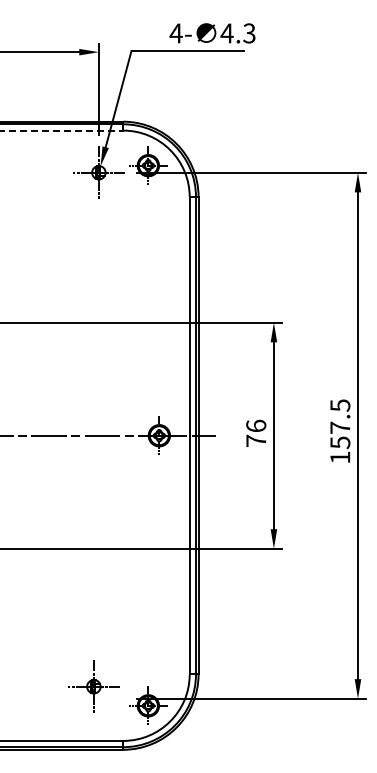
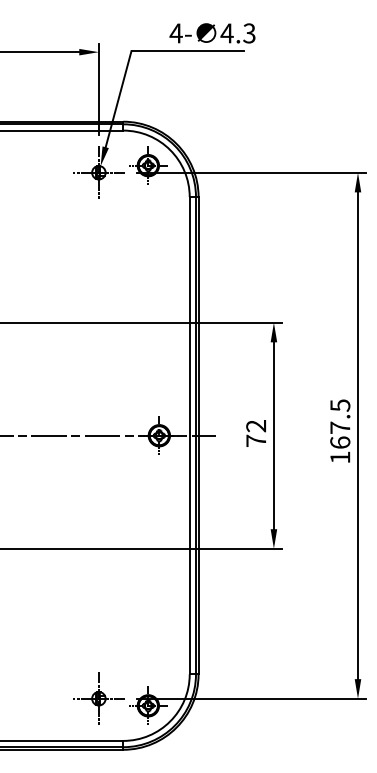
line at (62, 130): dashed -> solid
text at (256, 425): 76 -> 72
text at (340, 442): 157.5 -> 167.5
part at (93, 686) position: (93, 686) -> (98, 698)
